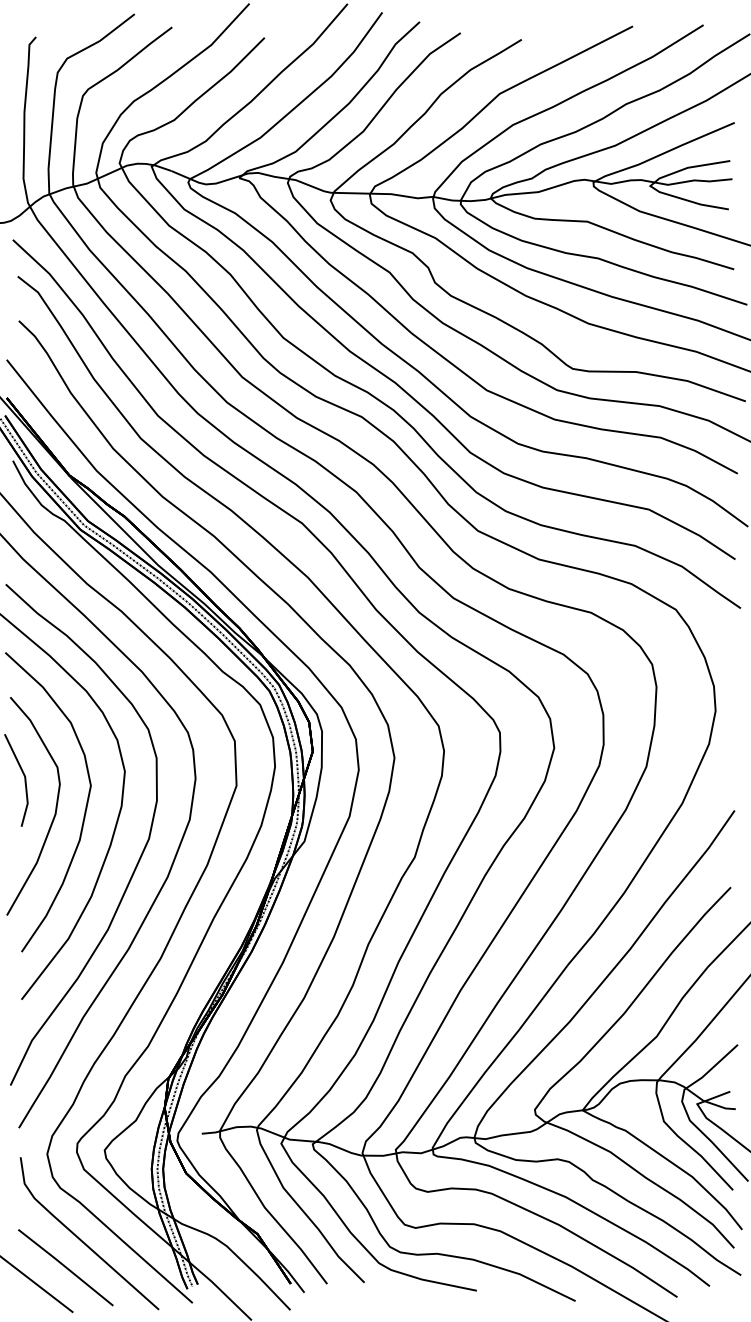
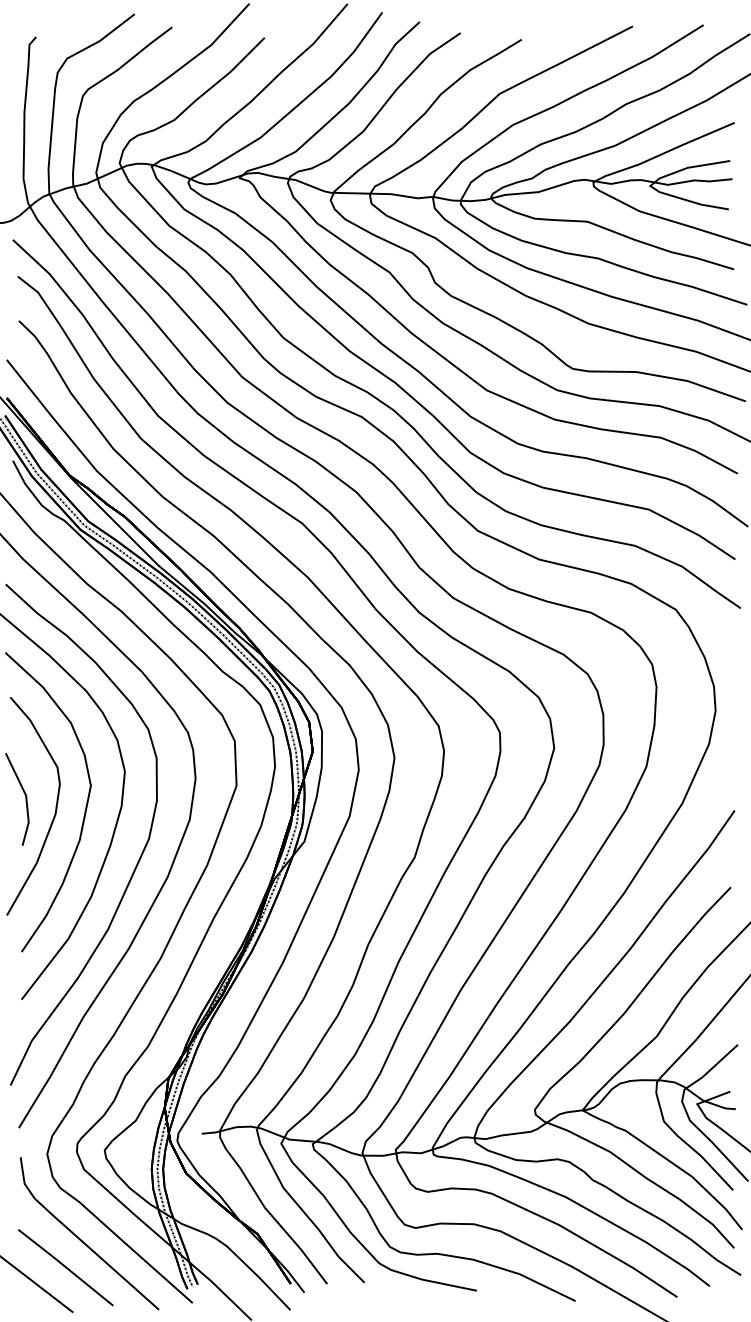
part at (24, 780) position: (24, 780) -> (25, 799)
